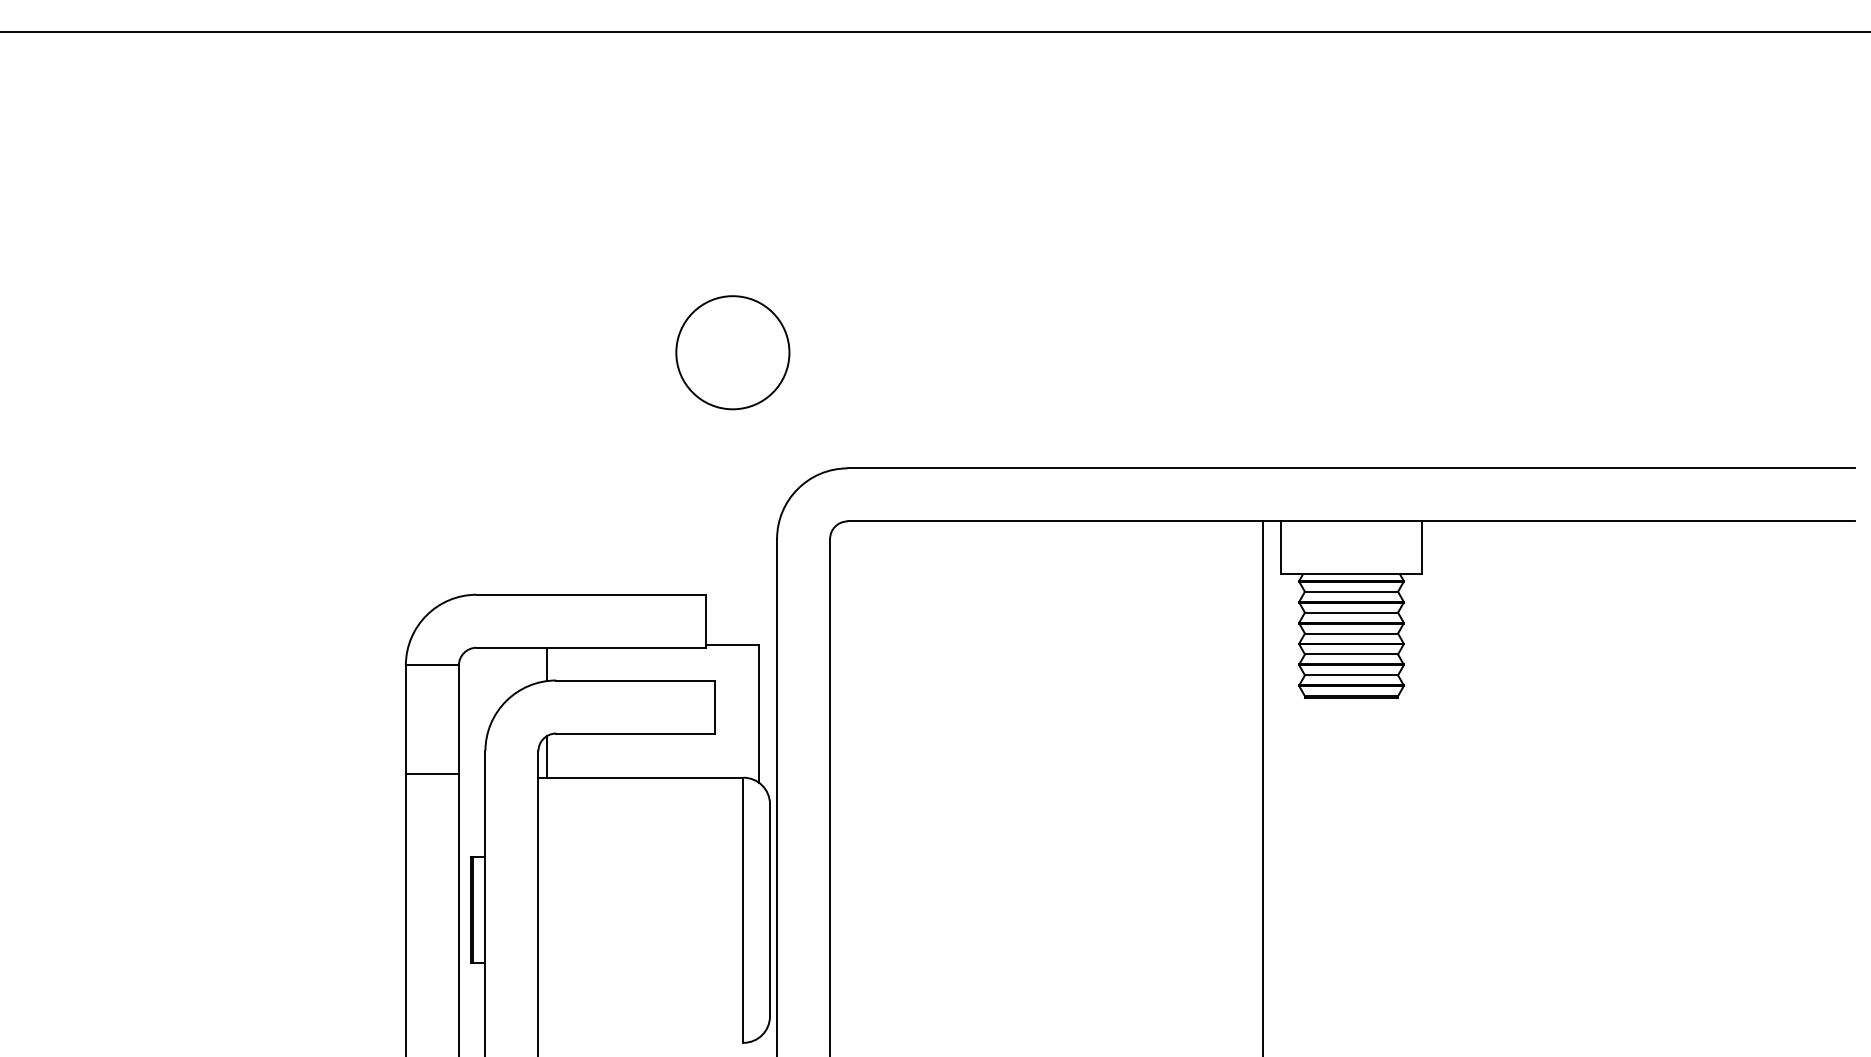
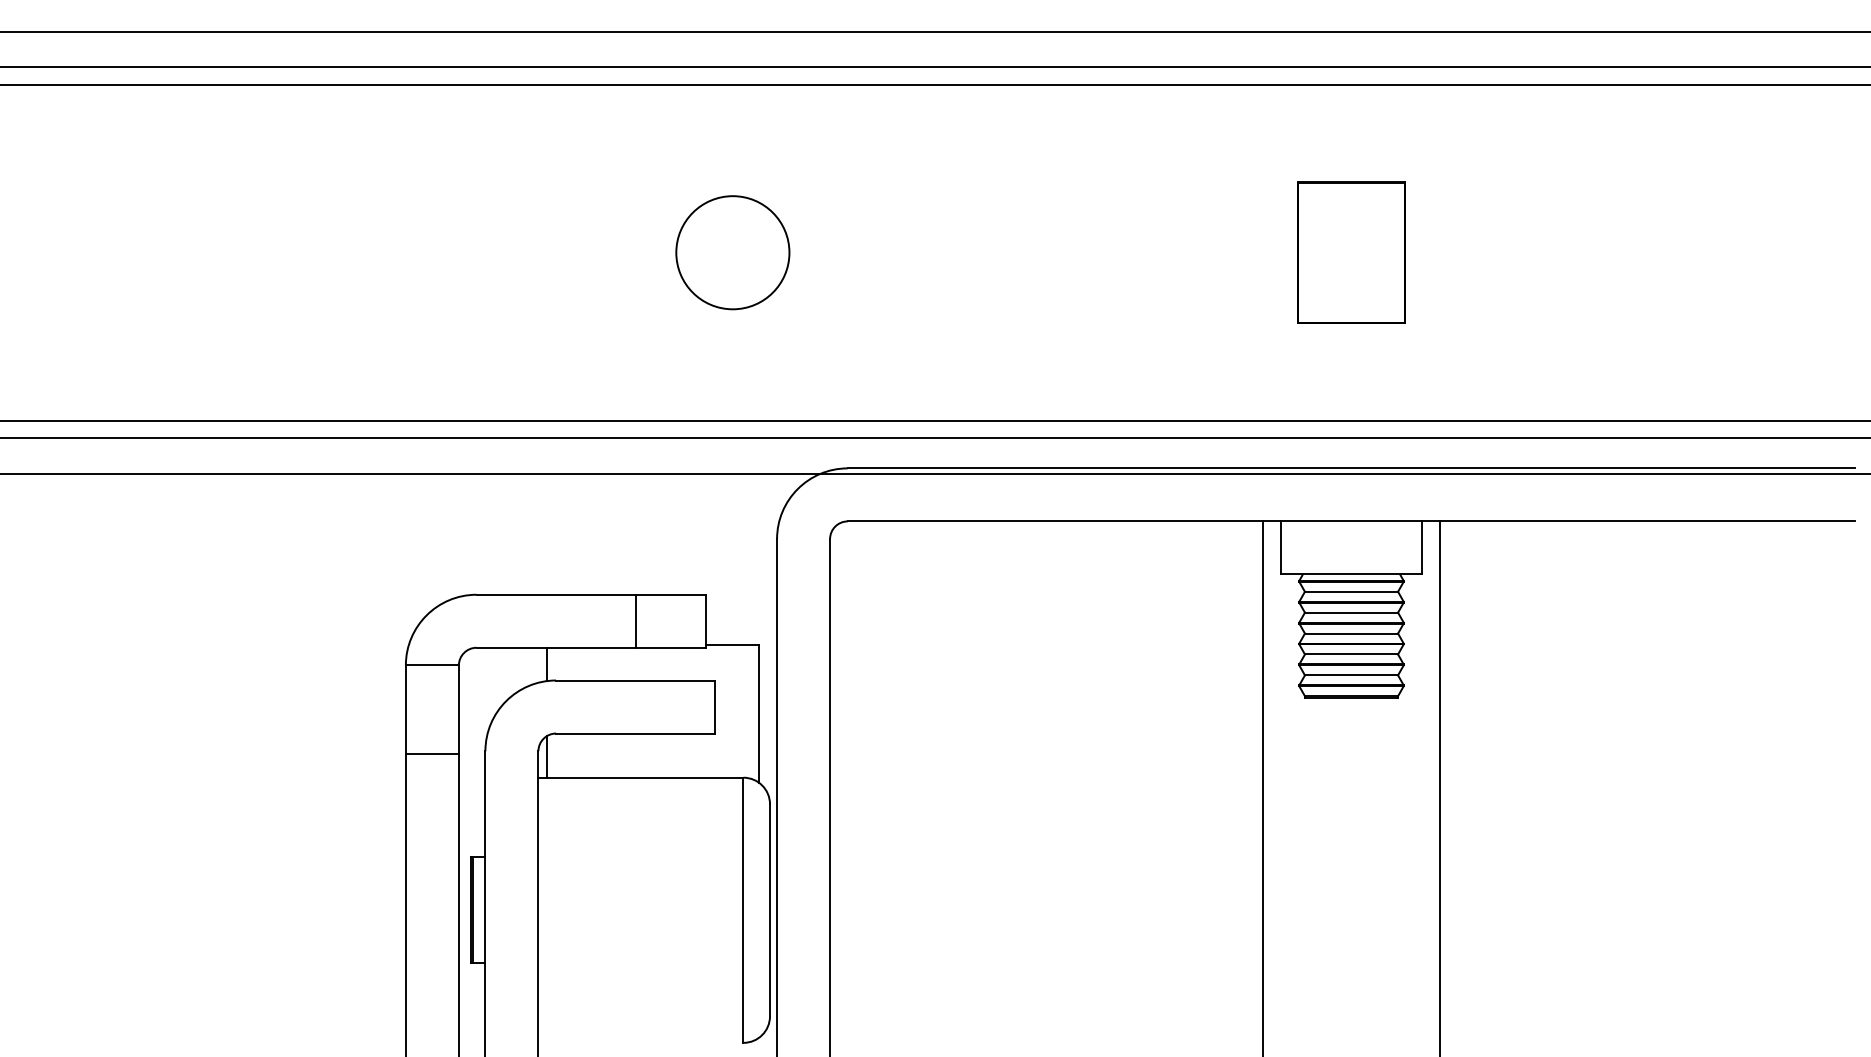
line at (934, 67): none -> present
line at (934, 84): none -> present
part at (1351, 252): none -> present
circle at (732, 352) position: (732, 352) -> (732, 252)
line at (934, 420): none -> present
line at (934, 438): none -> present
line at (934, 473): none -> present
line at (635, 620): none -> present
line at (431, 773) position: (431, 773) -> (431, 753)
line at (1439, 787): none -> present
